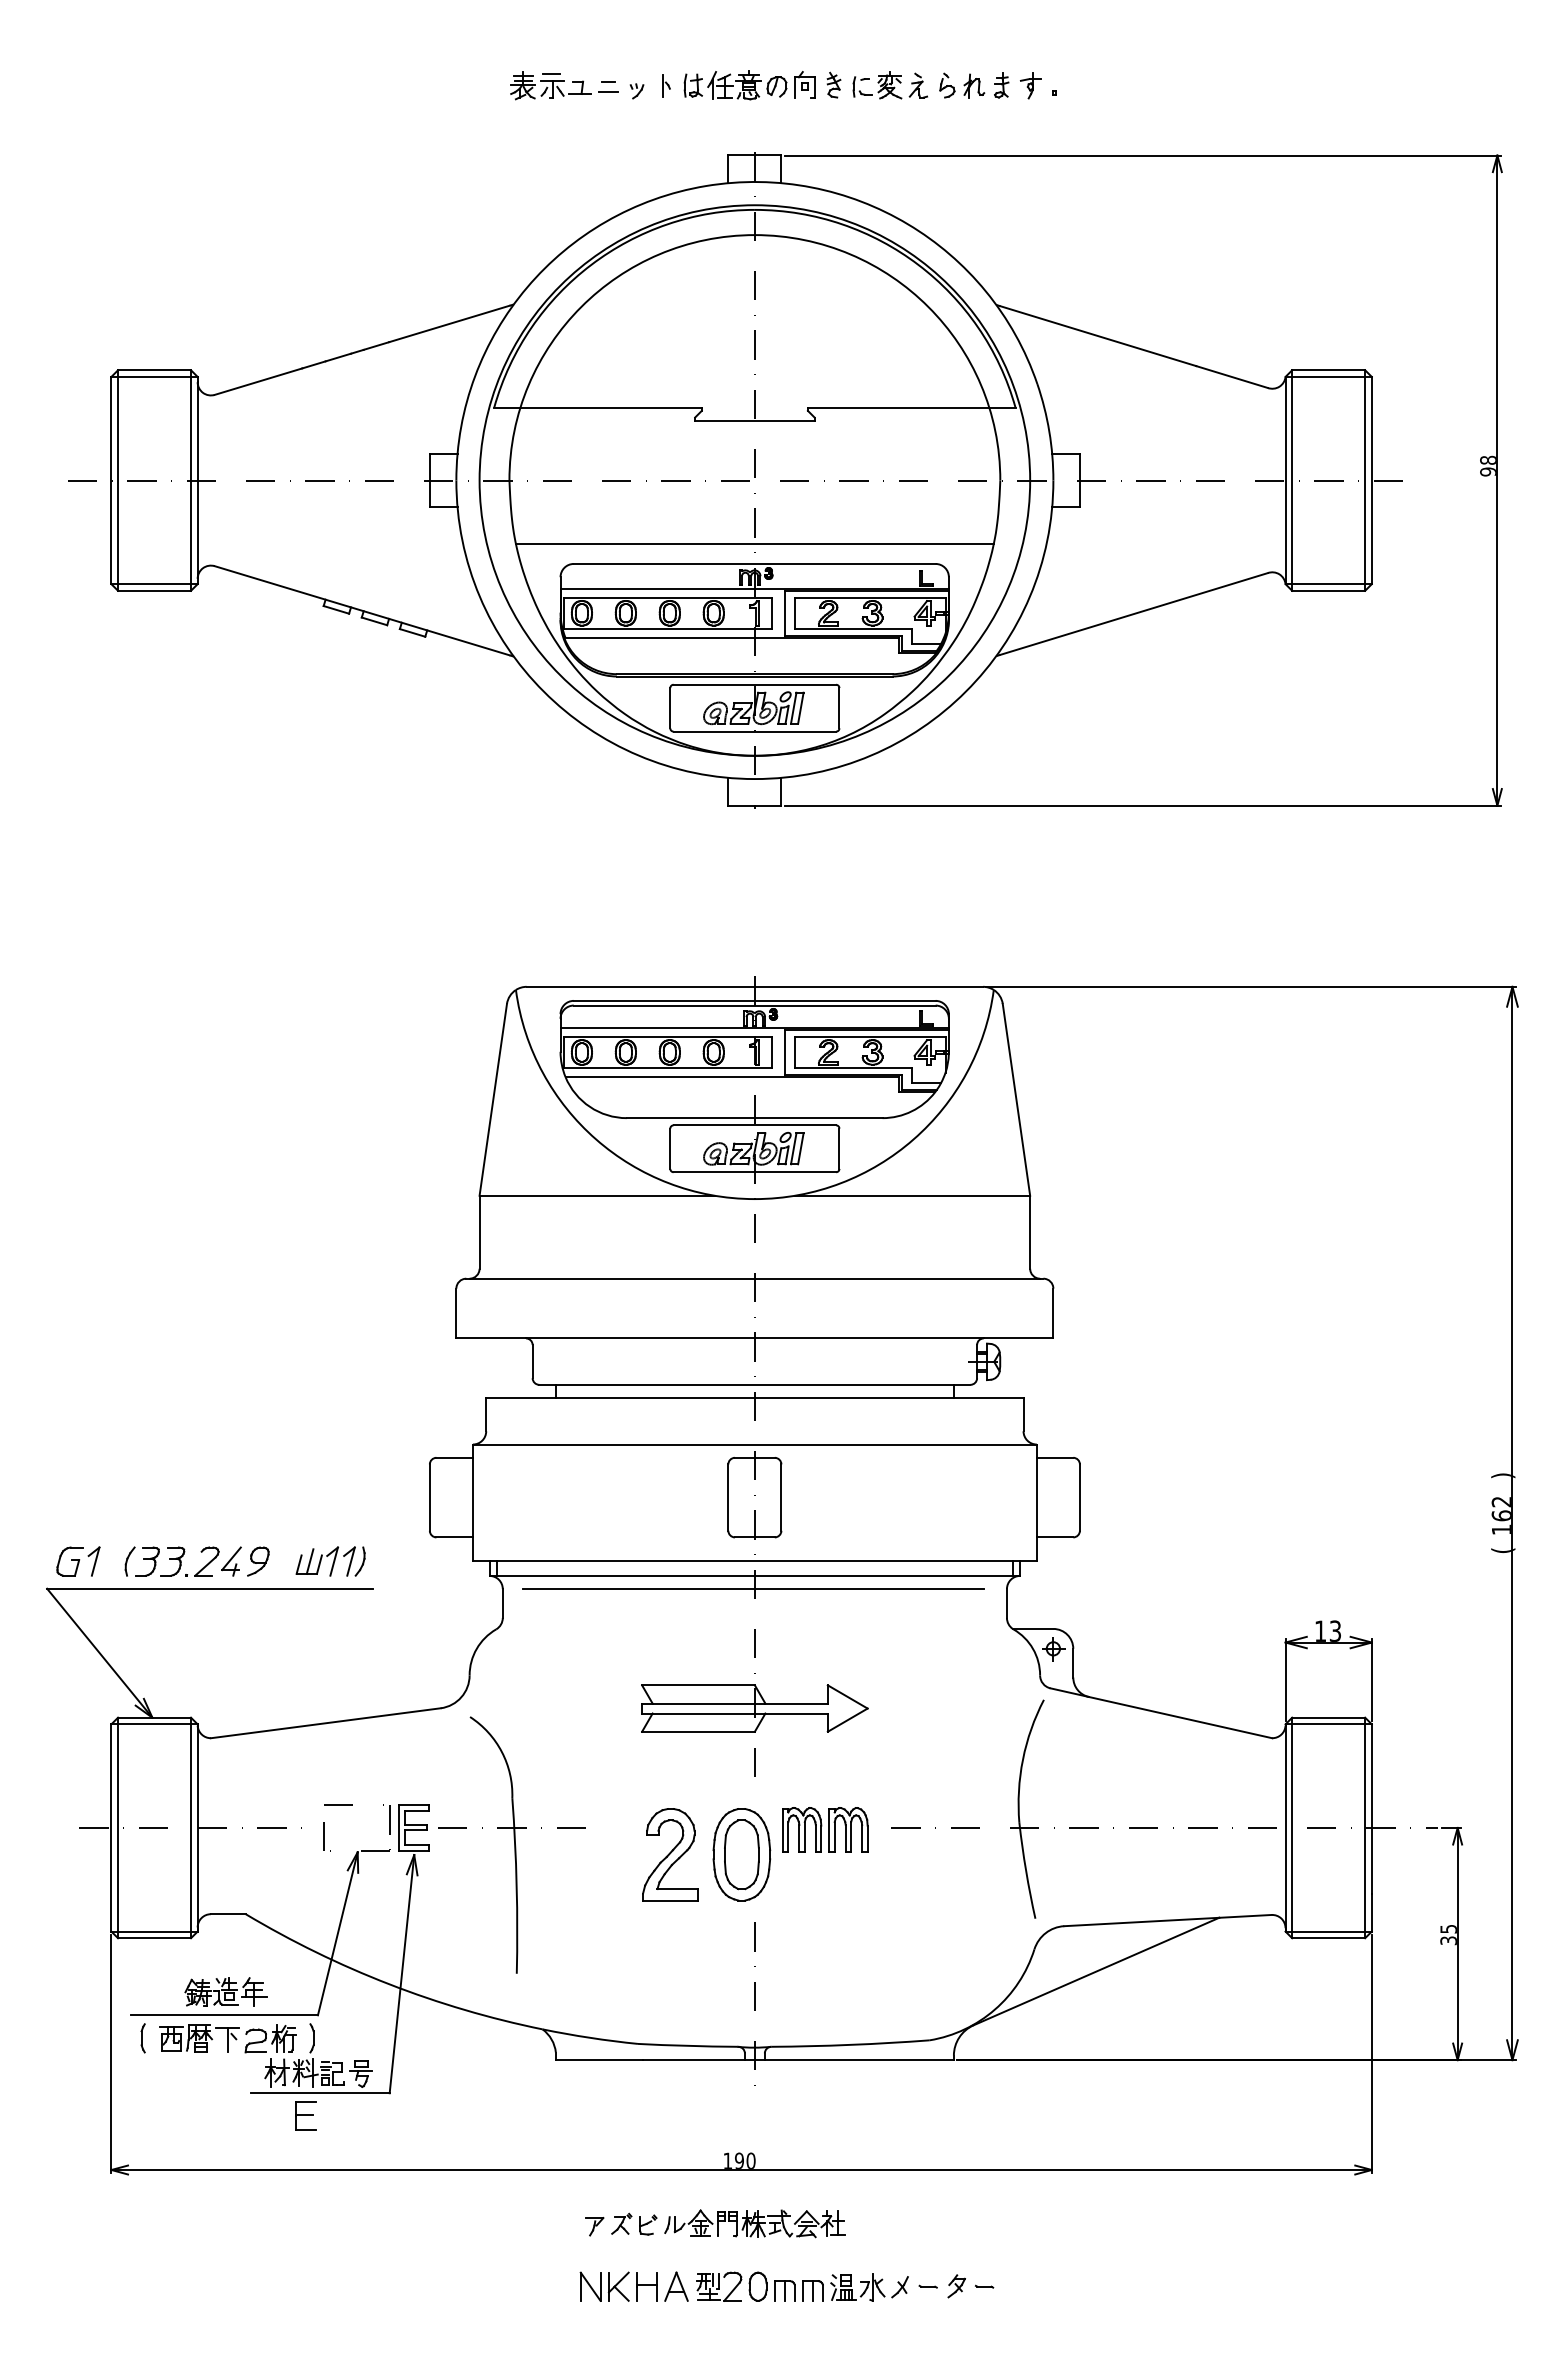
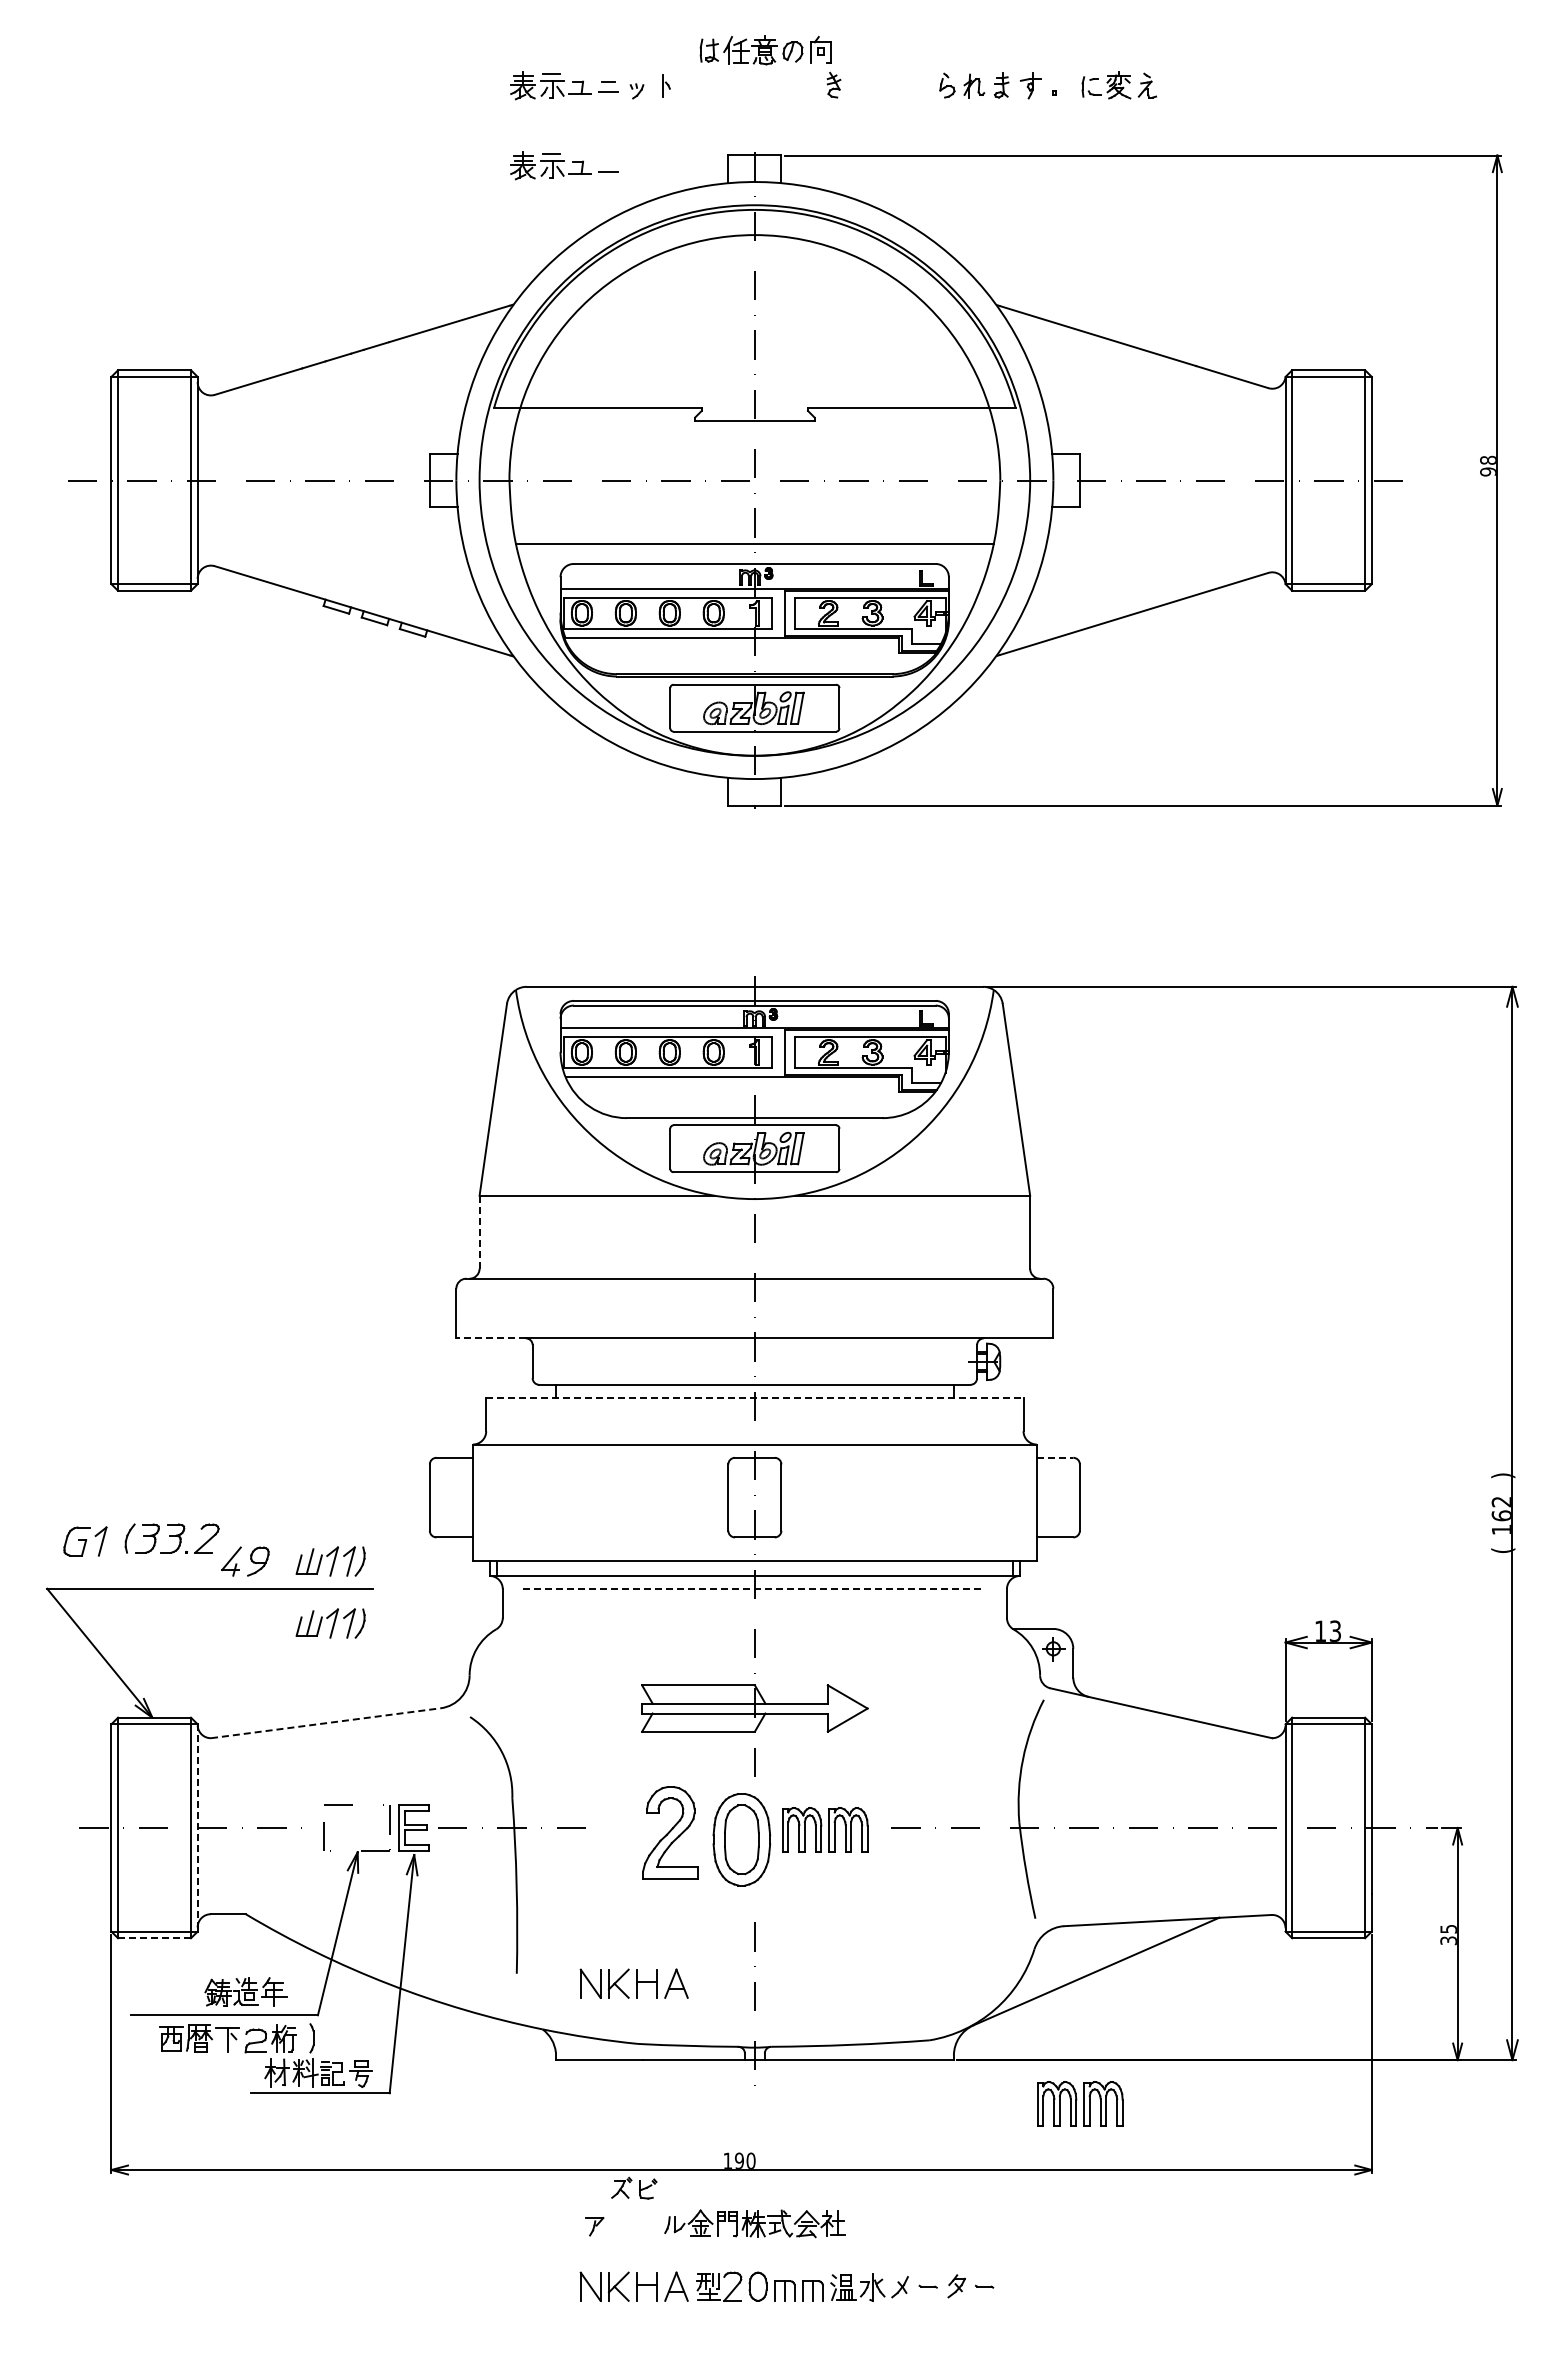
part at (749, 85) position: (749, 85) -> (765, 50)
part at (889, 85) position: (889, 85) -> (1118, 85)
part at (564, 165): none -> present
line at (479, 1232): solid -> dashed
line at (491, 1338): solid -> dashed
line at (754, 1398): solid -> dashed
line at (1055, 1457): solid -> dashed
part at (78, 1561) position: (78, 1561) -> (85, 1541)
part at (171, 1561) position: (171, 1561) -> (171, 1538)
line at (753, 1589): solid -> dashed
part at (330, 1623): none -> present
line at (325, 1723): solid -> dashed
line at (197, 1827): solid -> dashed
part at (670, 1854) position: (670, 1854) -> (670, 1832)
part at (741, 1854) position: (741, 1854) -> (741, 1839)
line at (155, 1938): solid -> dashed
part at (633, 1983): none -> present
part at (225, 1991) position: (225, 1991) -> (245, 1991)
part at (142, 2038): present -> none
part at (1080, 2103): none -> present
part at (305, 2115): present -> none
part at (634, 2223) position: (634, 2223) -> (634, 2187)
